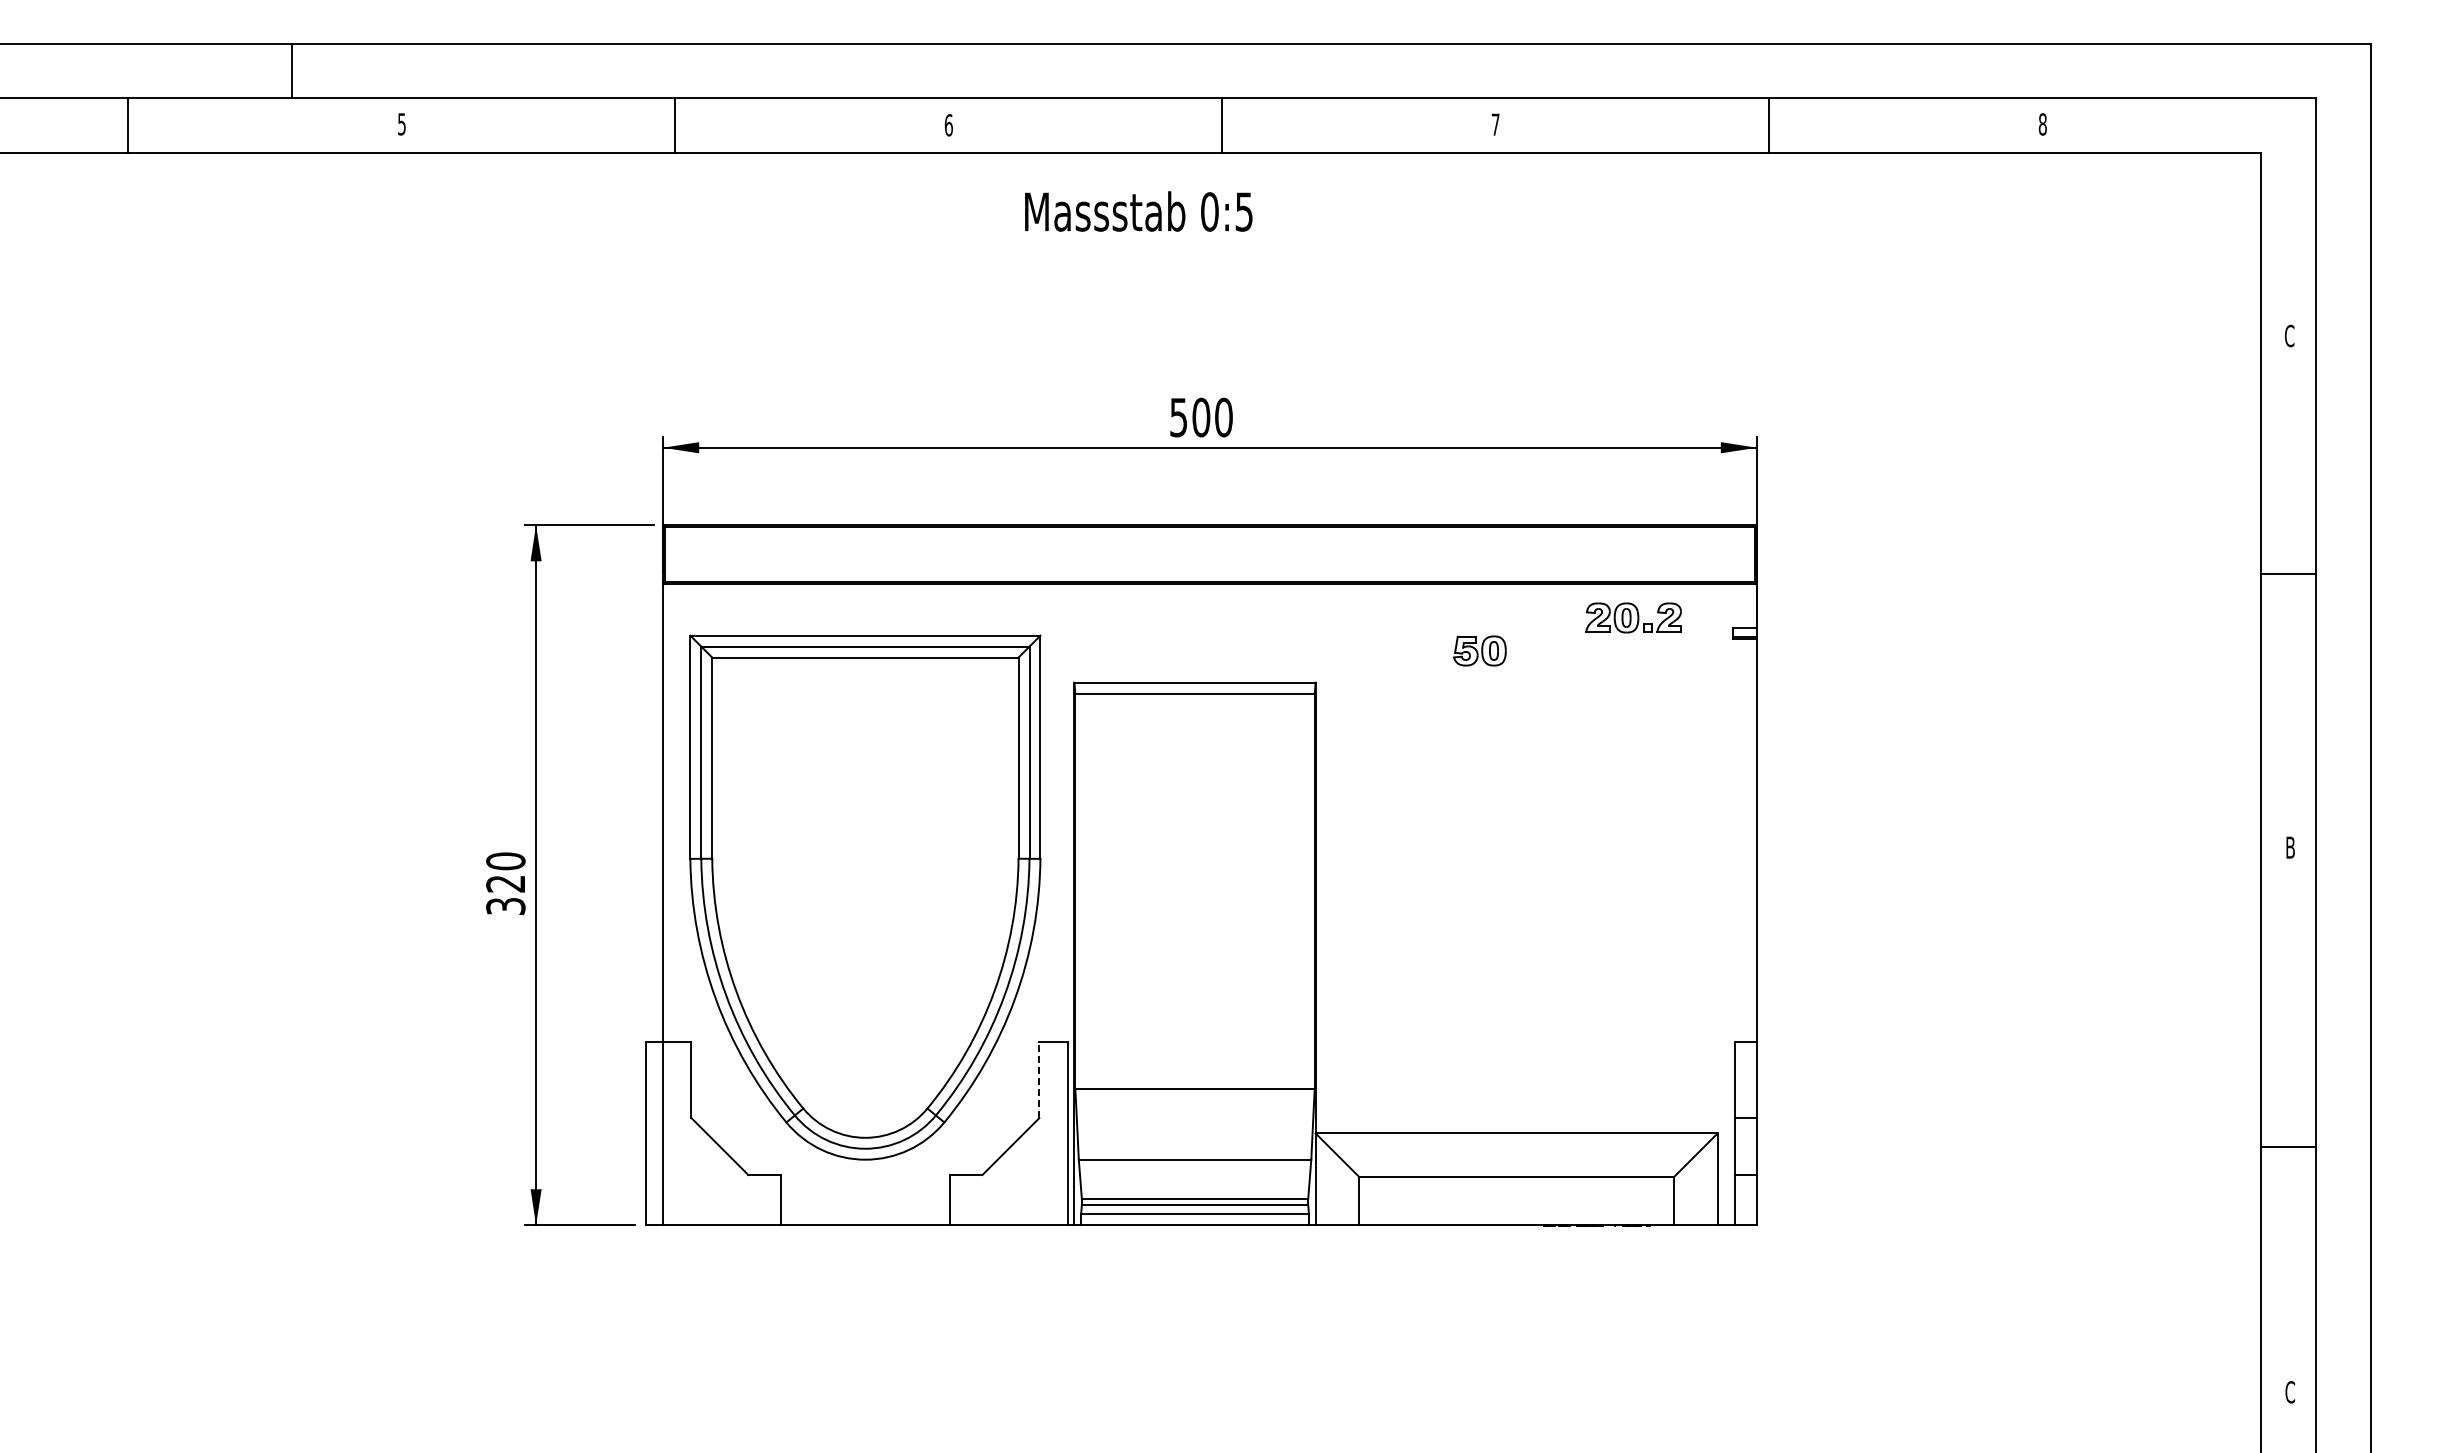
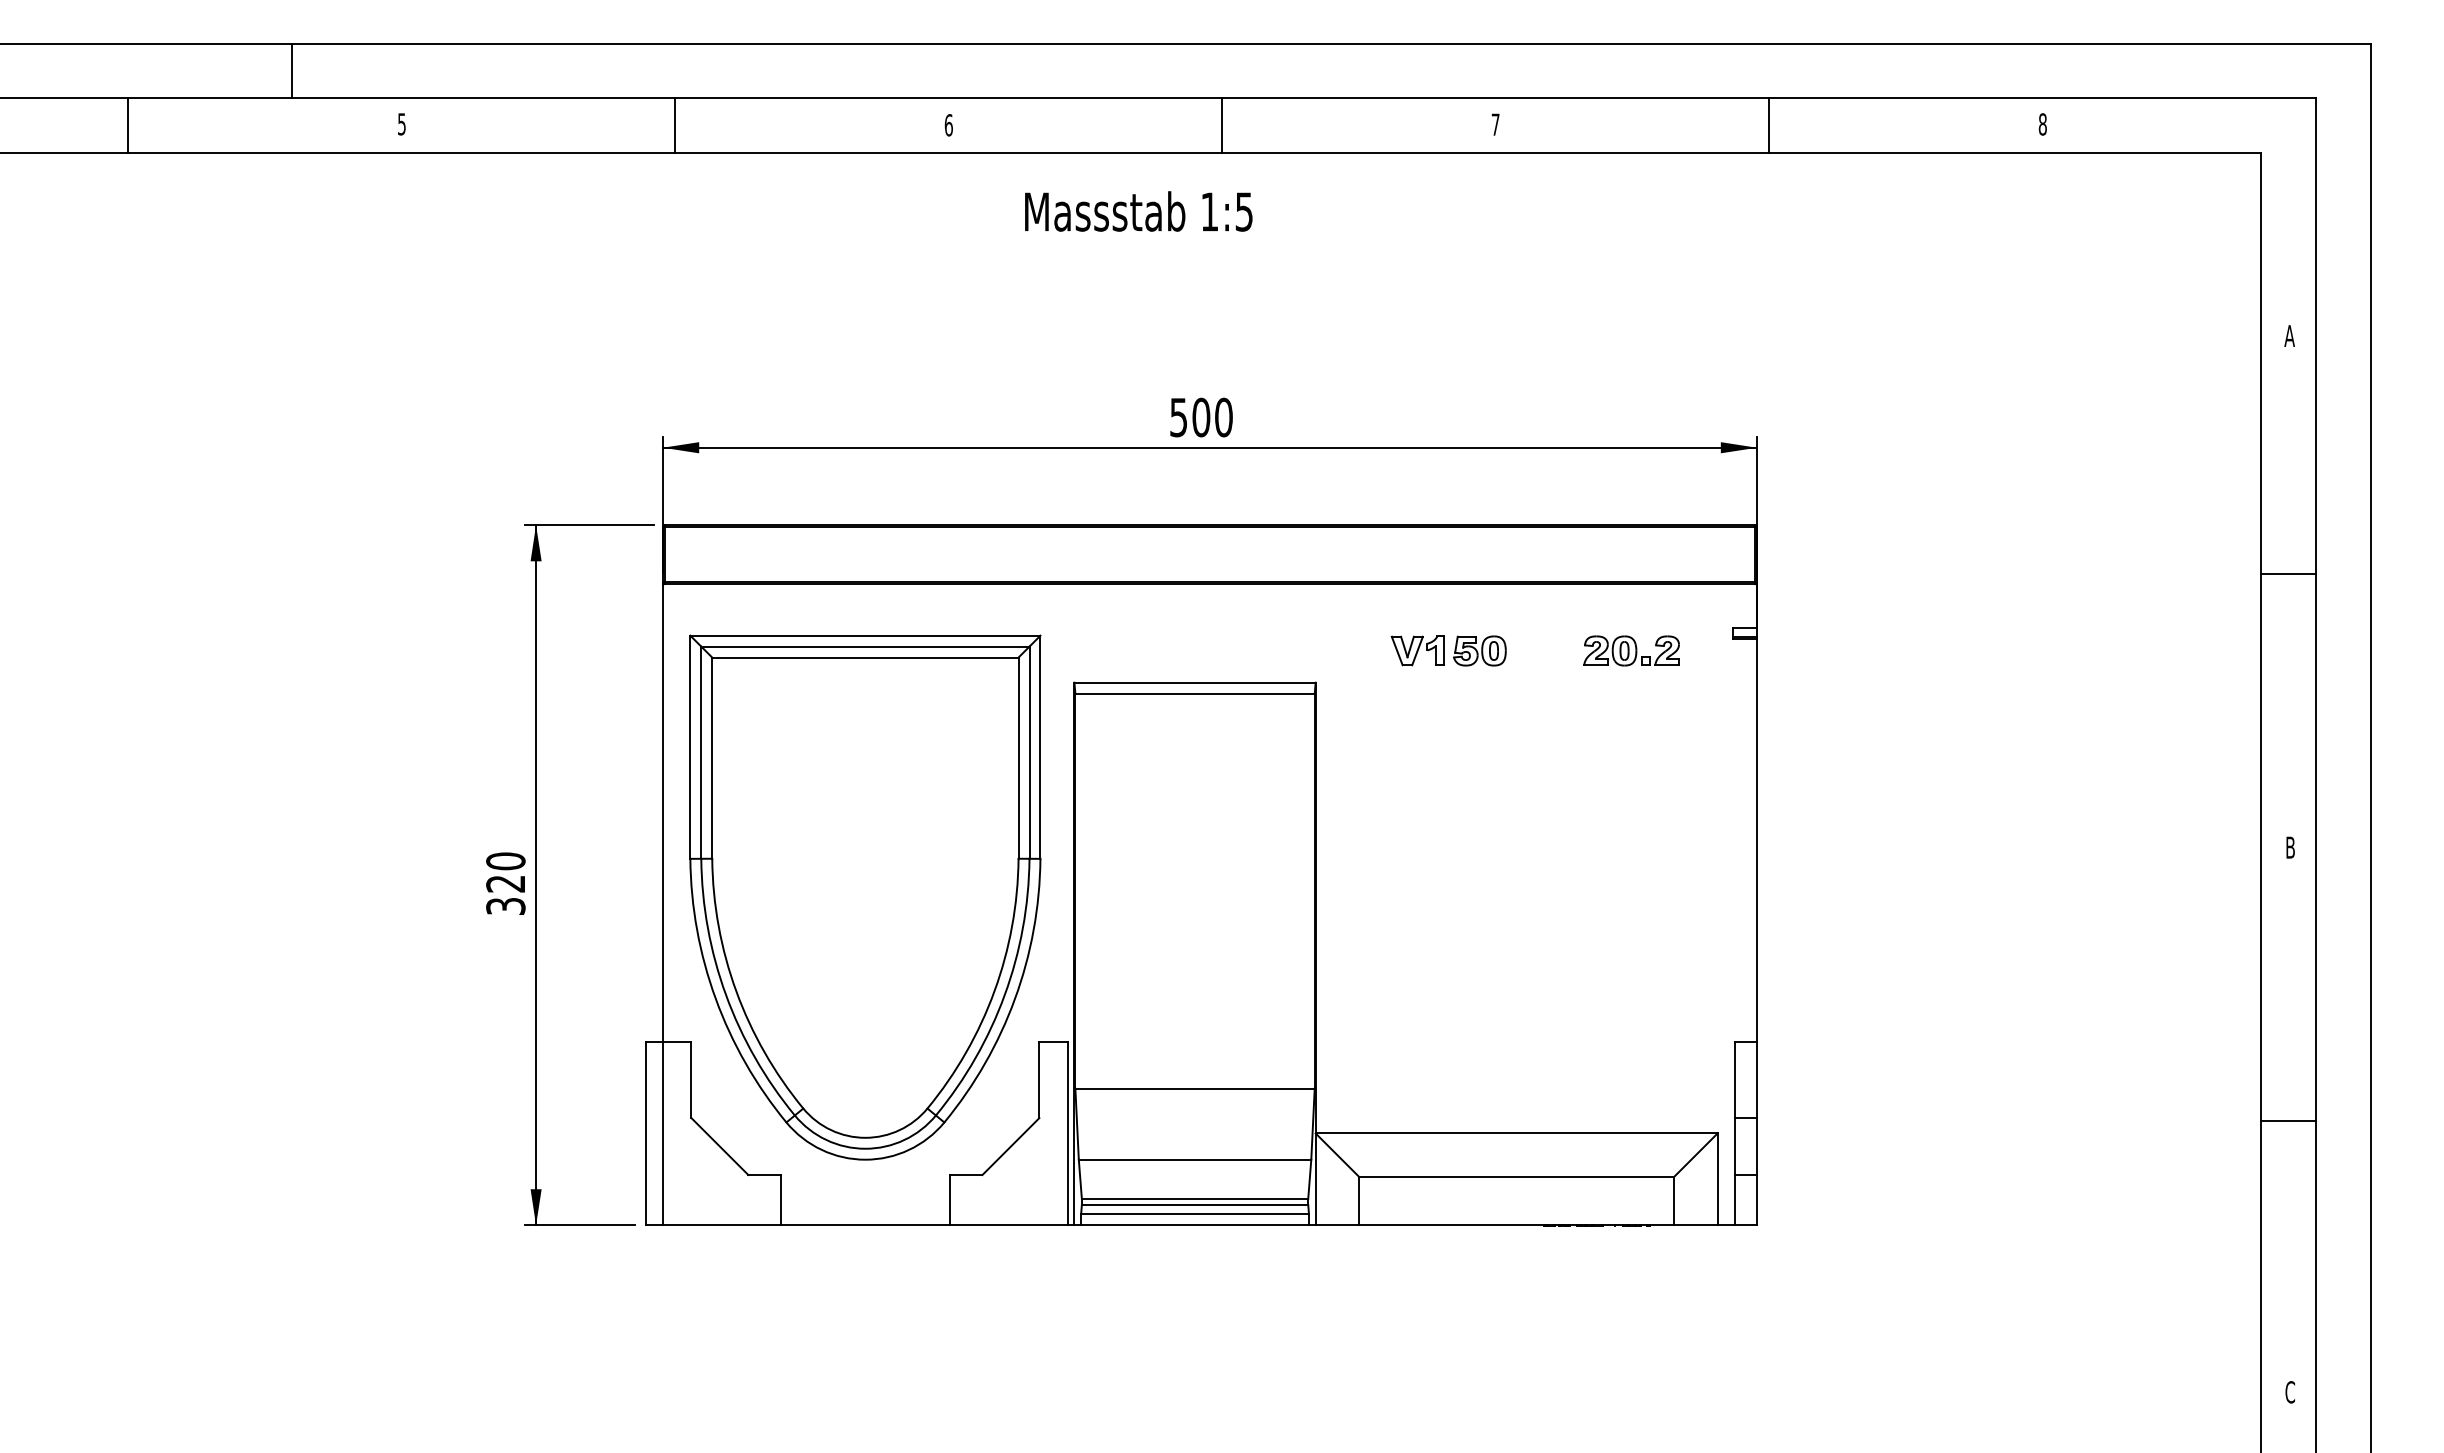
text at (1209, 211): 0:5 -> 1:5
text at (2289, 335): C -> A
part at (1633, 617) position: (1633, 617) -> (1631, 650)
part at (1417, 650): none -> present
line at (1039, 1079): dashed -> solid
line at (2288, 1147) position: (2288, 1147) -> (2288, 1121)
